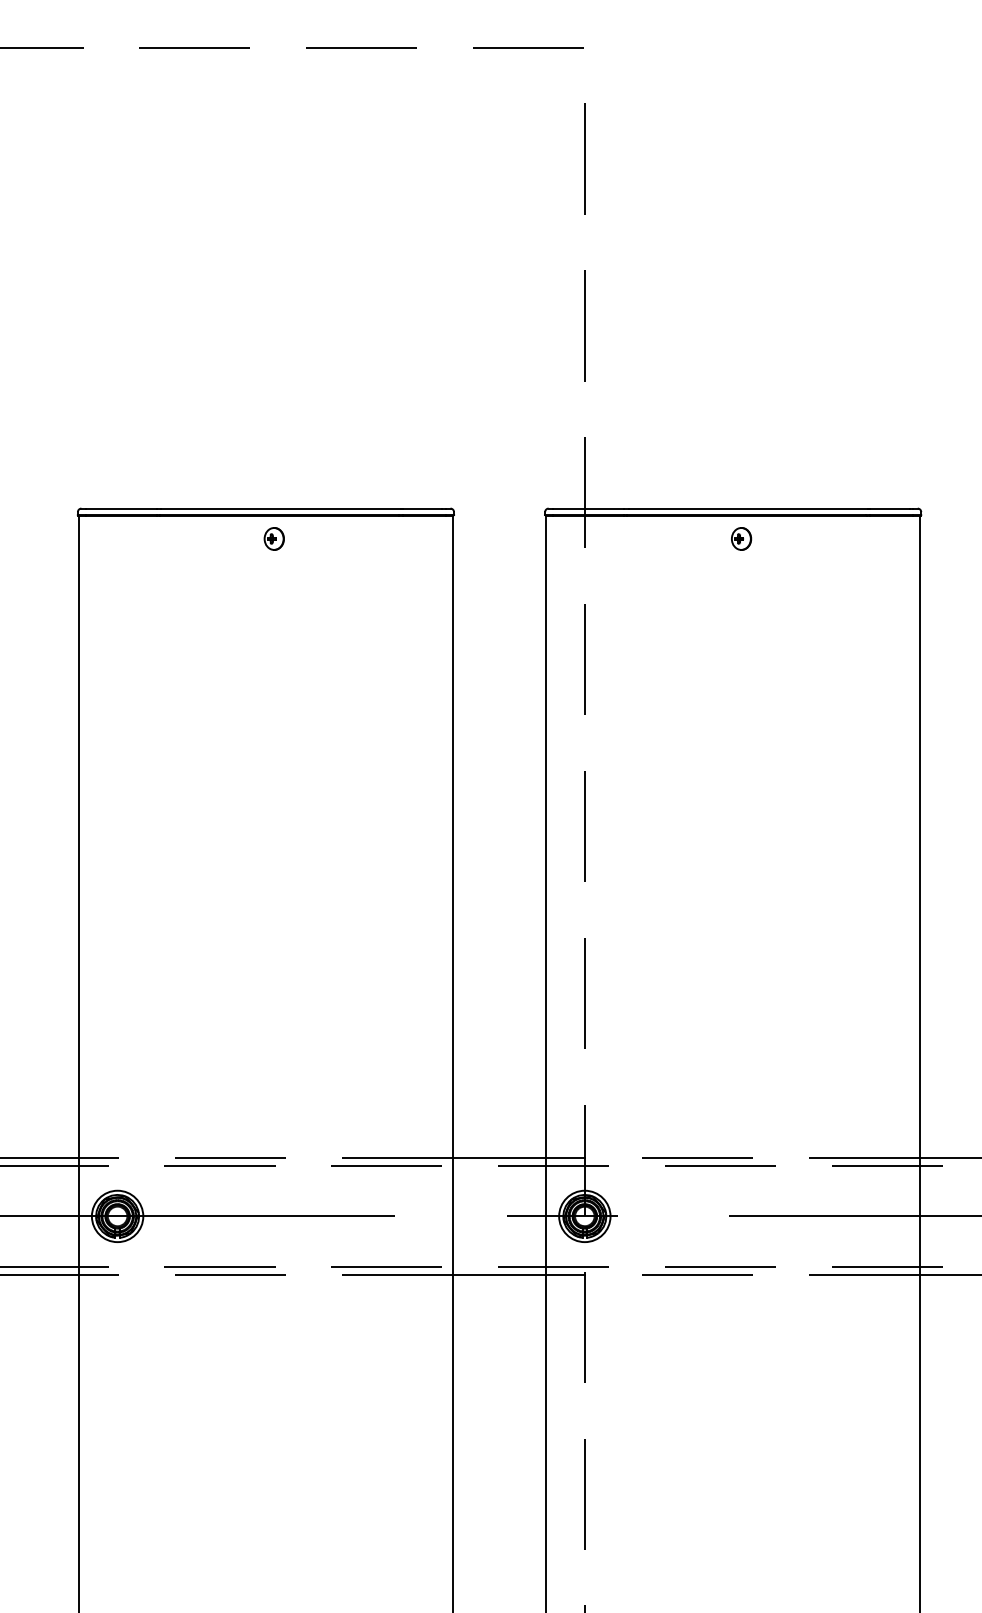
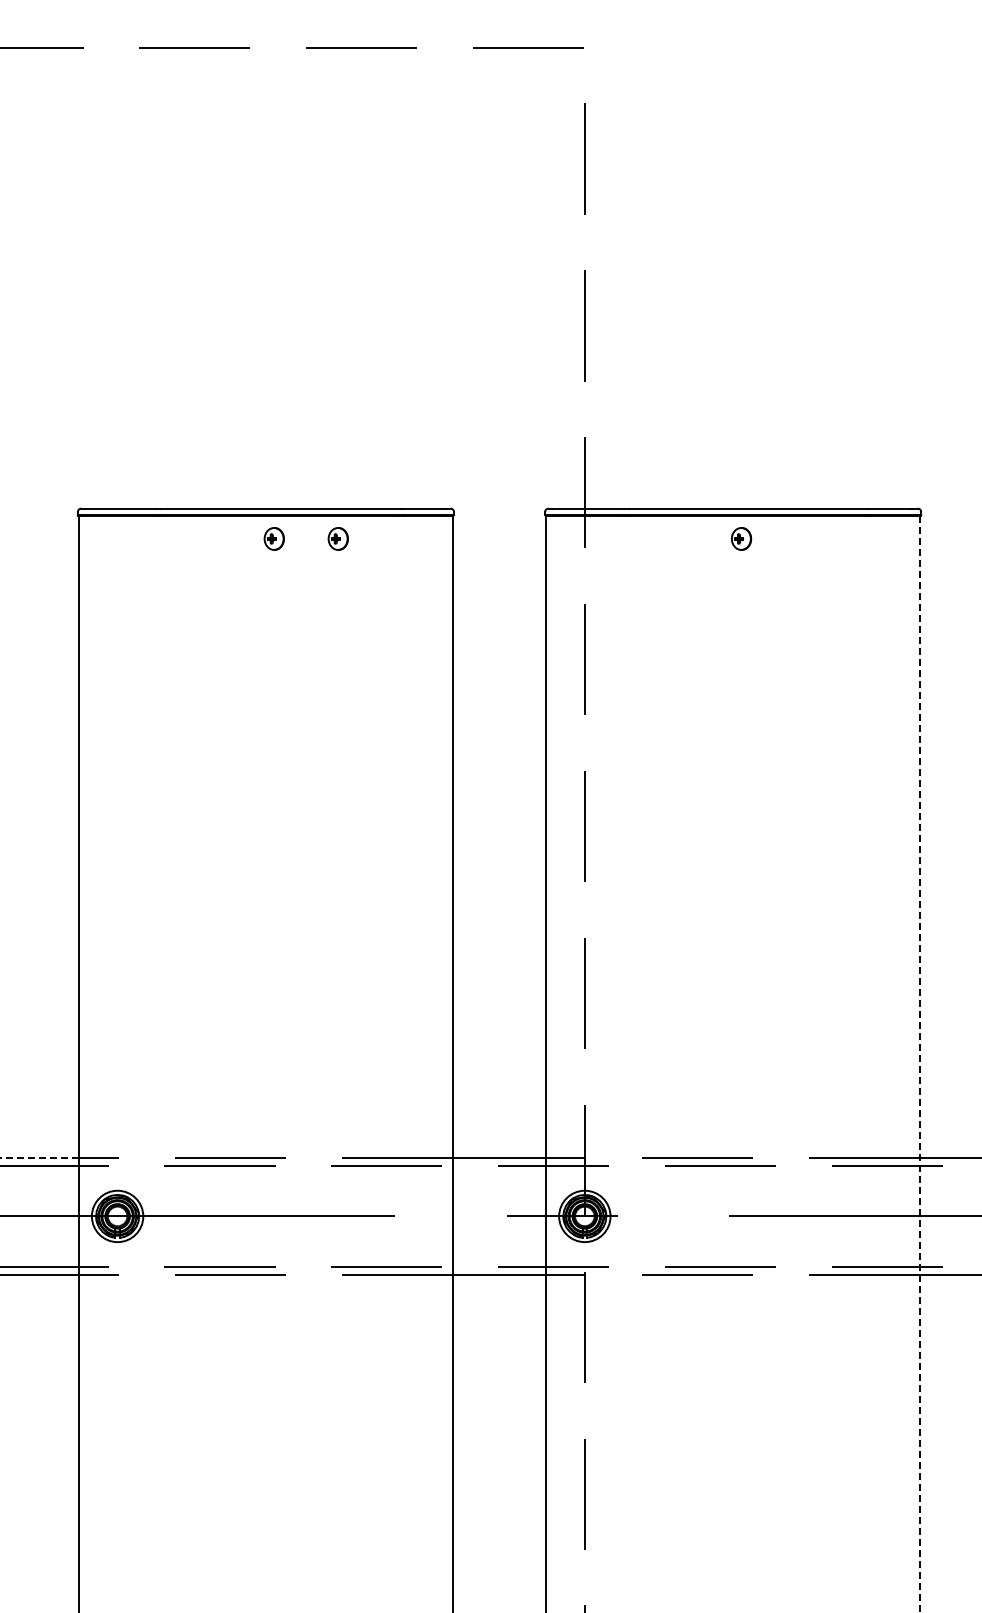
part at (337, 538): none -> present
line at (920, 1064): solid -> dashed
line at (39, 1158): solid -> dashed
